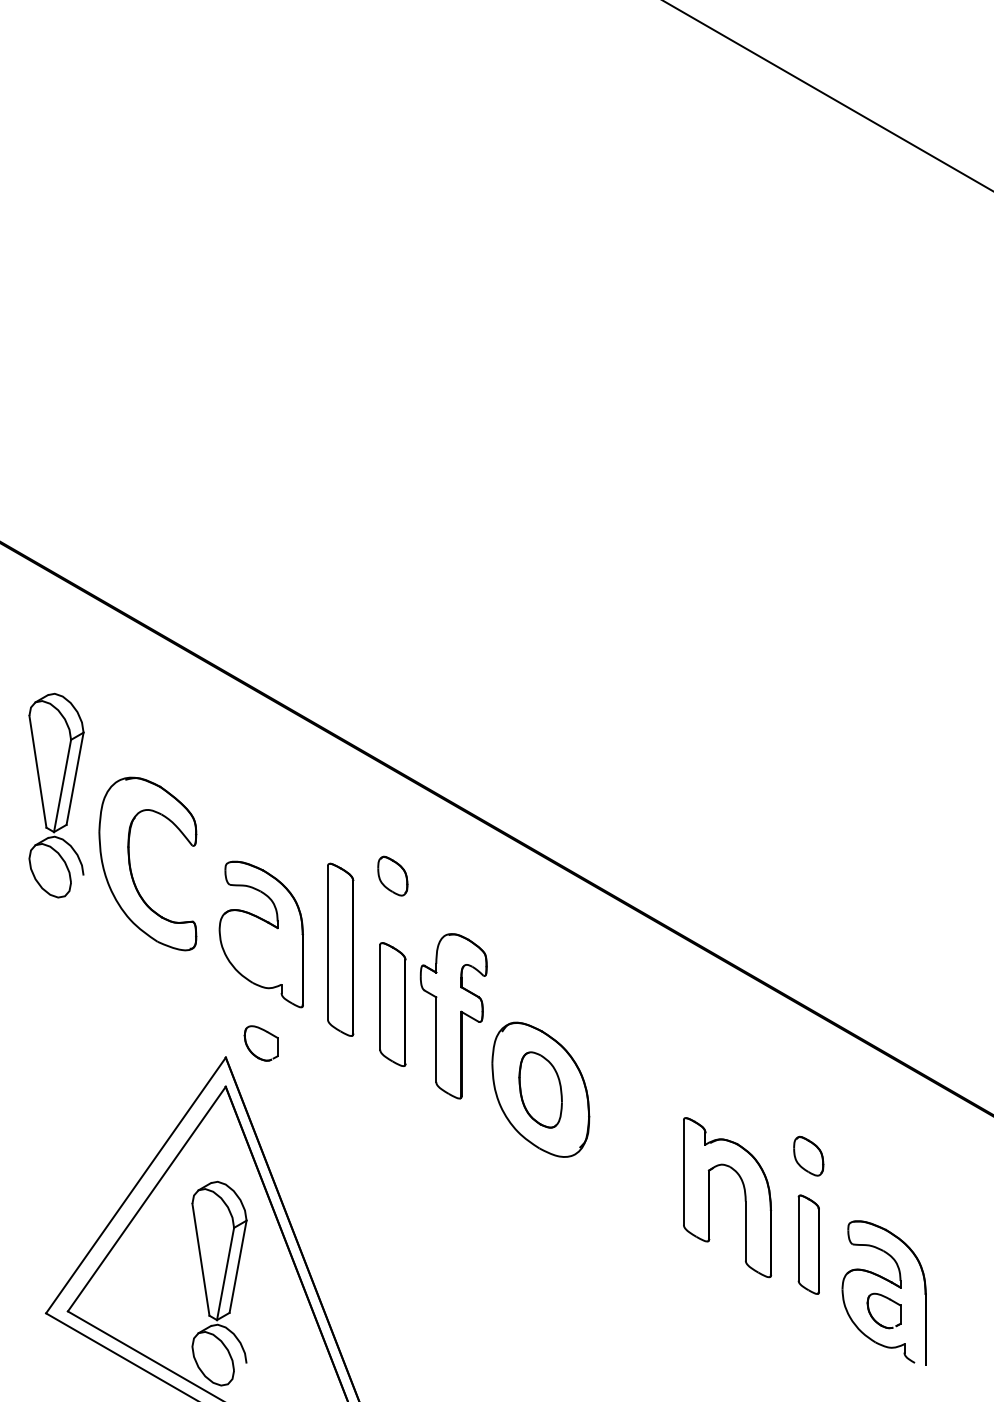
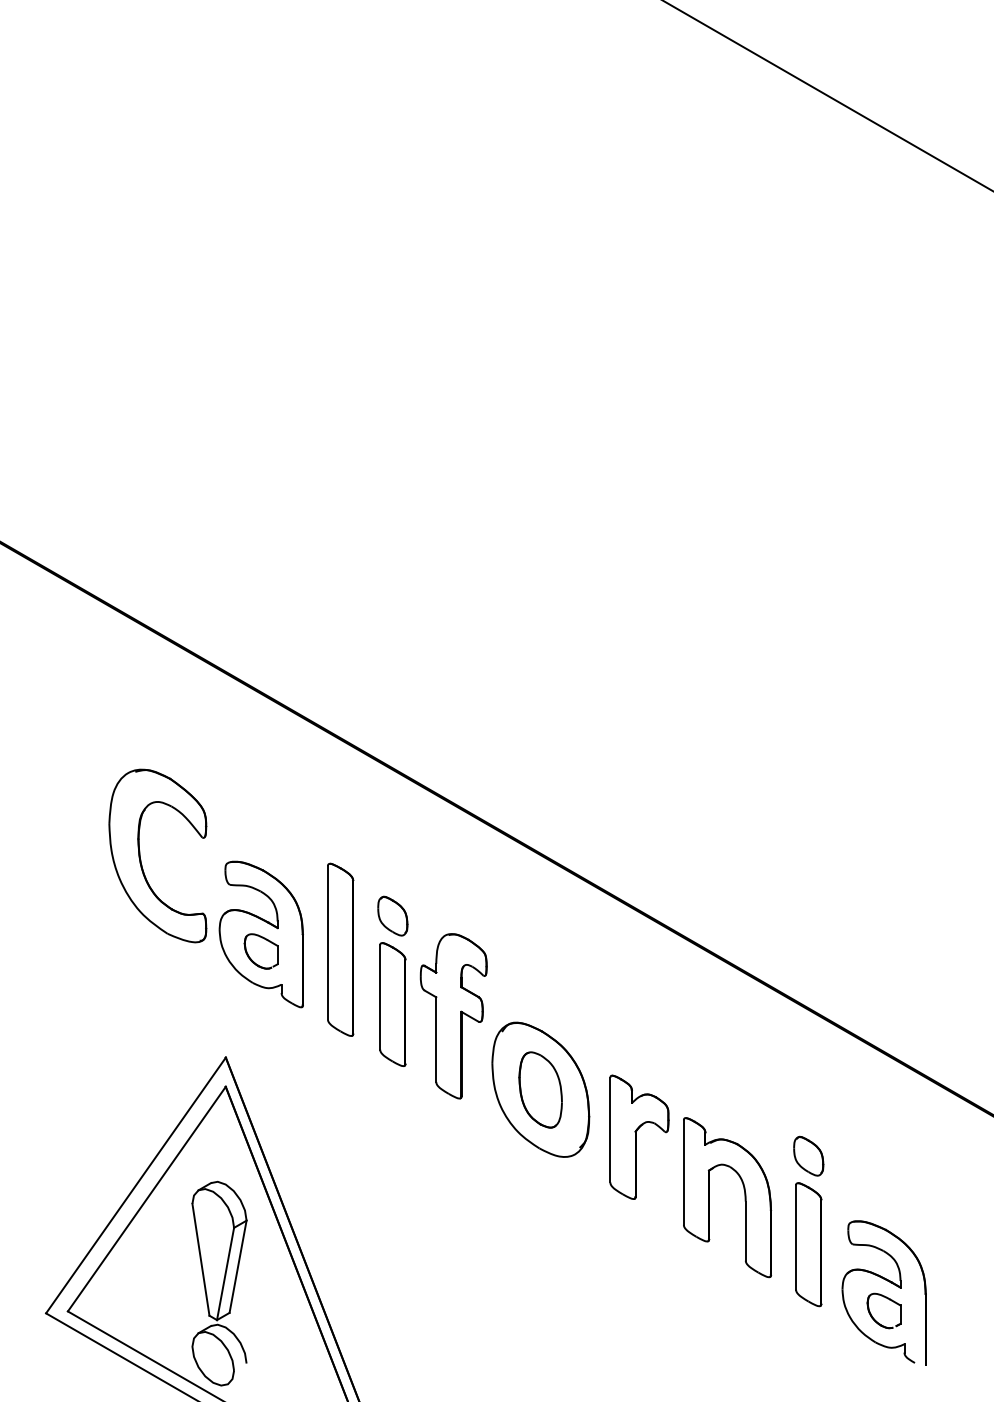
part at (56, 795): present -> none
part at (131, 867) position: (131, 867) -> (141, 859)
part at (392, 875) position: (392, 875) -> (392, 915)
part at (260, 1043) position: (260, 1043) -> (260, 951)
part at (639, 1136): none -> present
part at (808, 1244) size: 23x101 px -> 28x126 px
